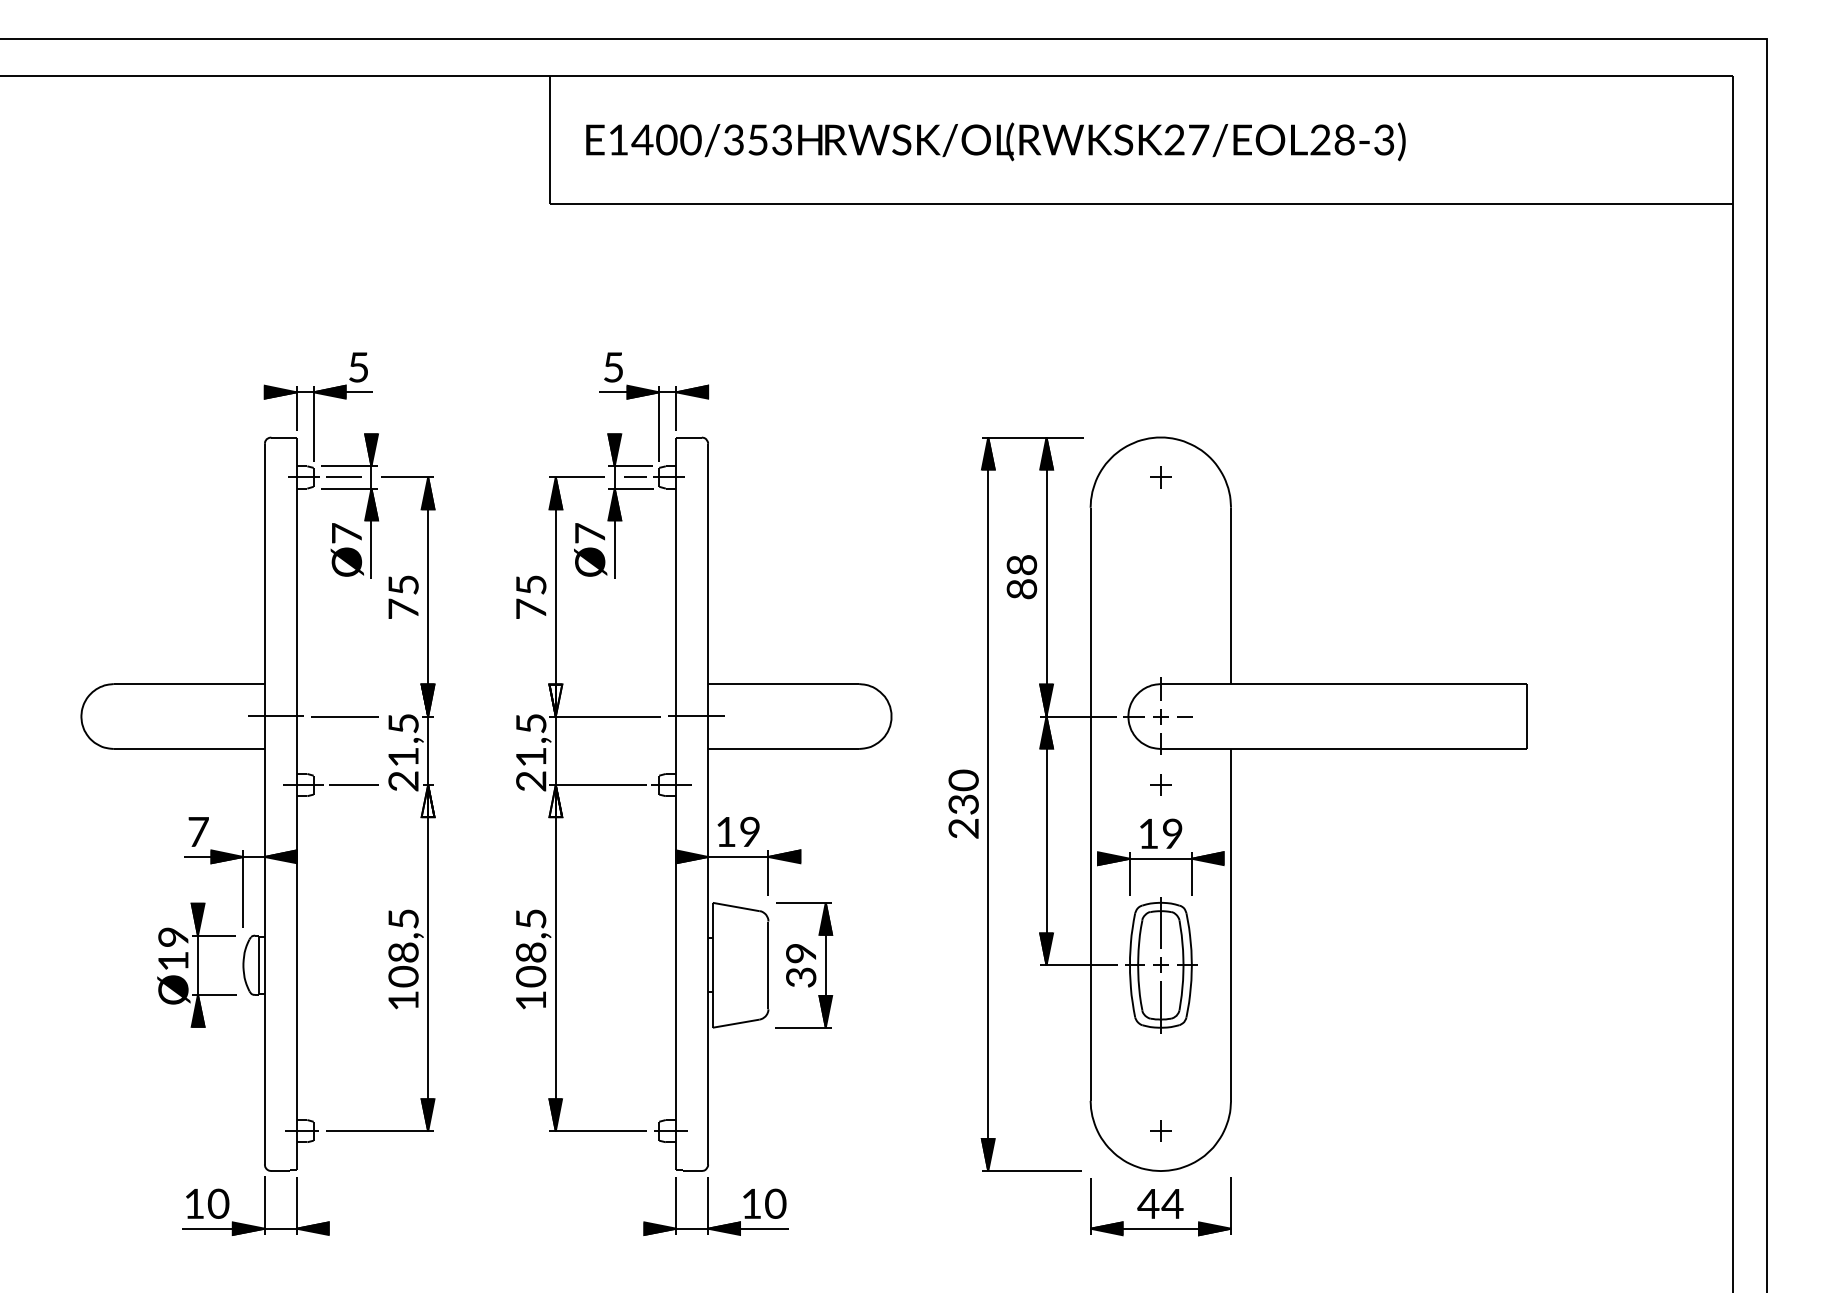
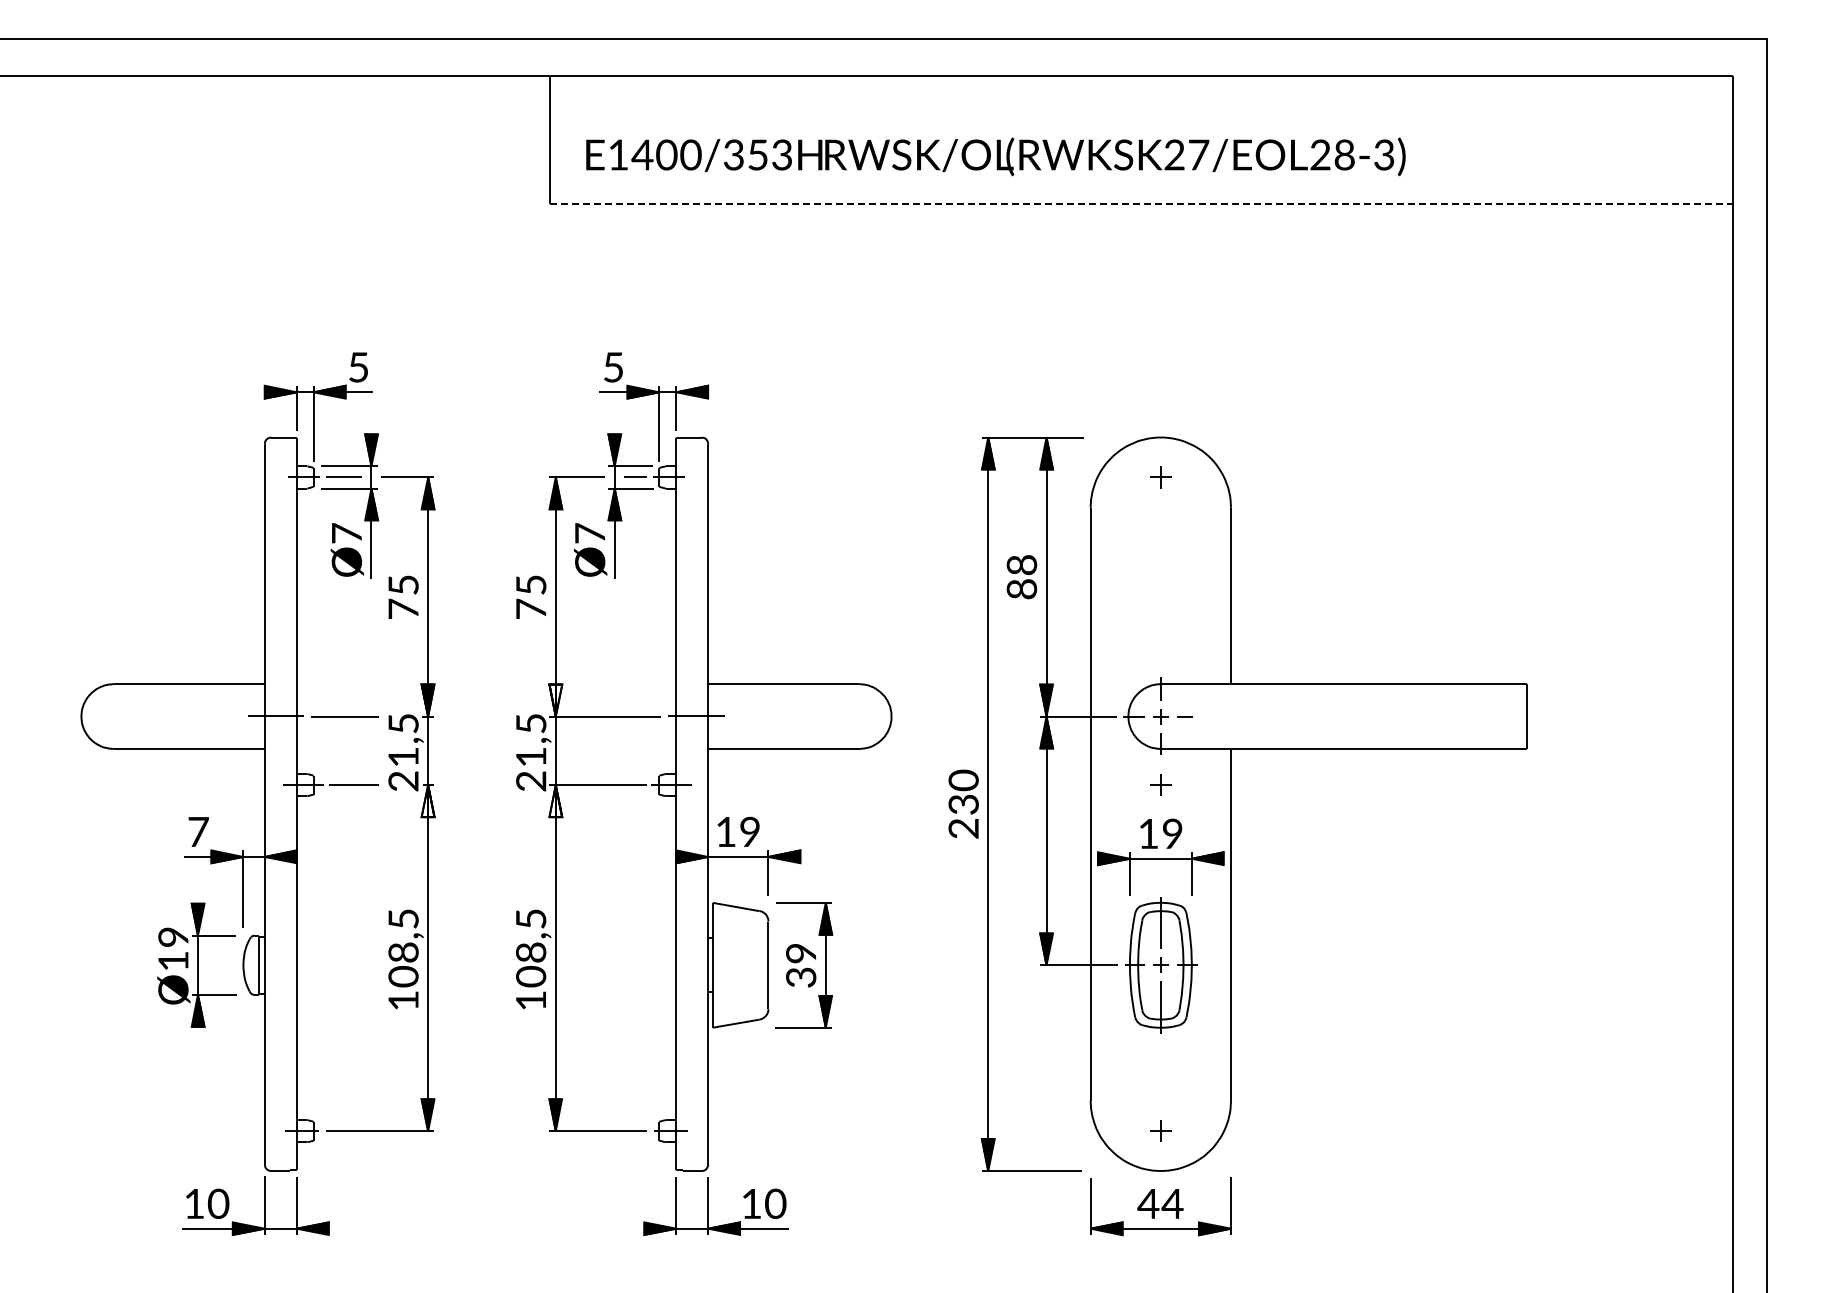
text at (995, 141) position: (995, 141) -> (995, 156)
line at (1142, 203): solid -> dashed
